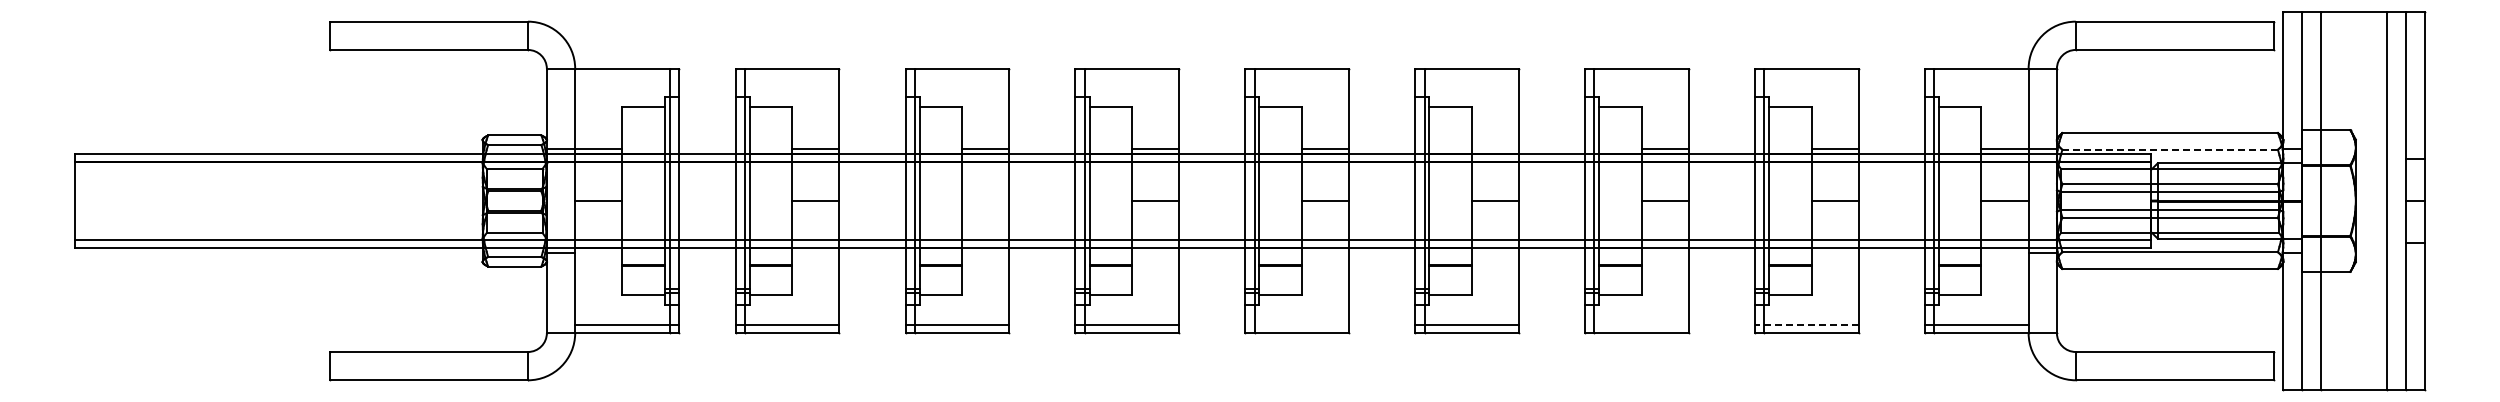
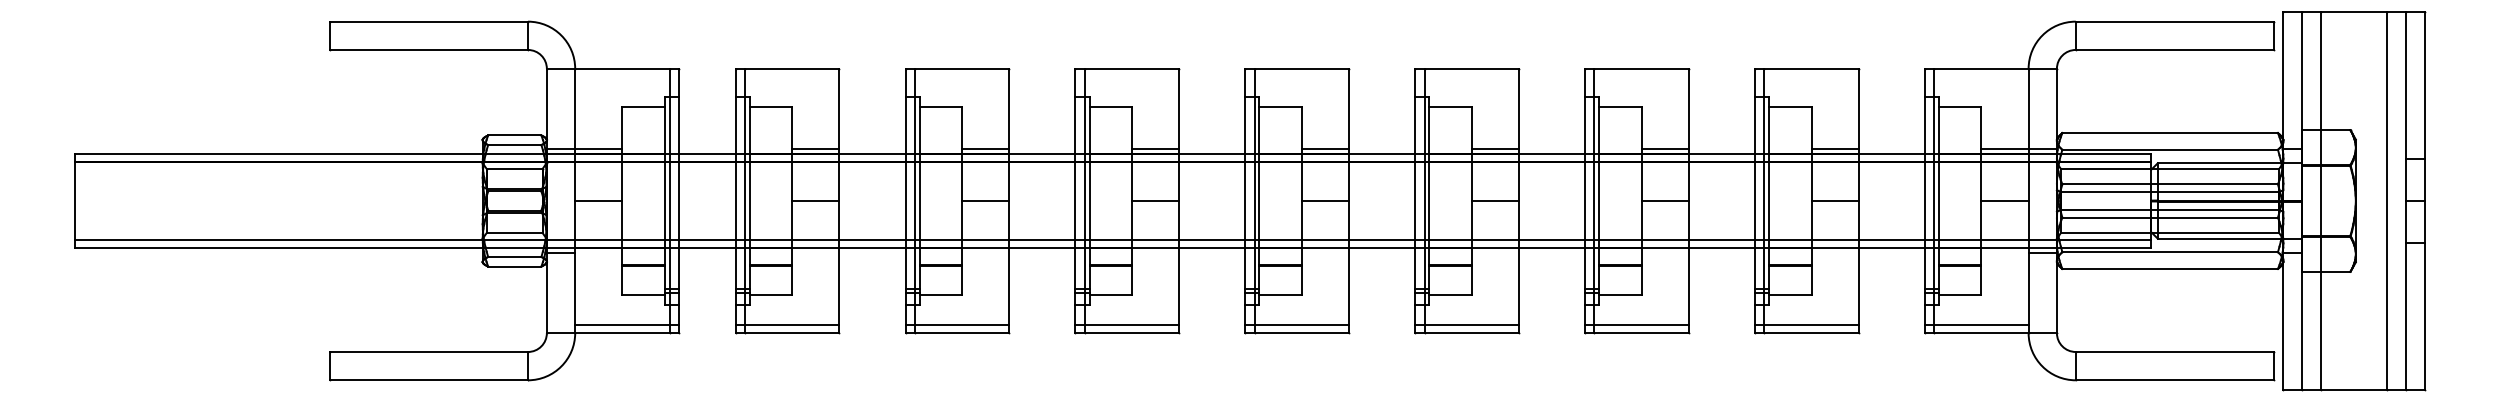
line at (1494, 149): none -> present
line at (2170, 149): dashed -> solid
line at (985, 200): none -> present
line at (1297, 324): none -> present
line at (1636, 324): none -> present
line at (1806, 324): dashed -> solid
